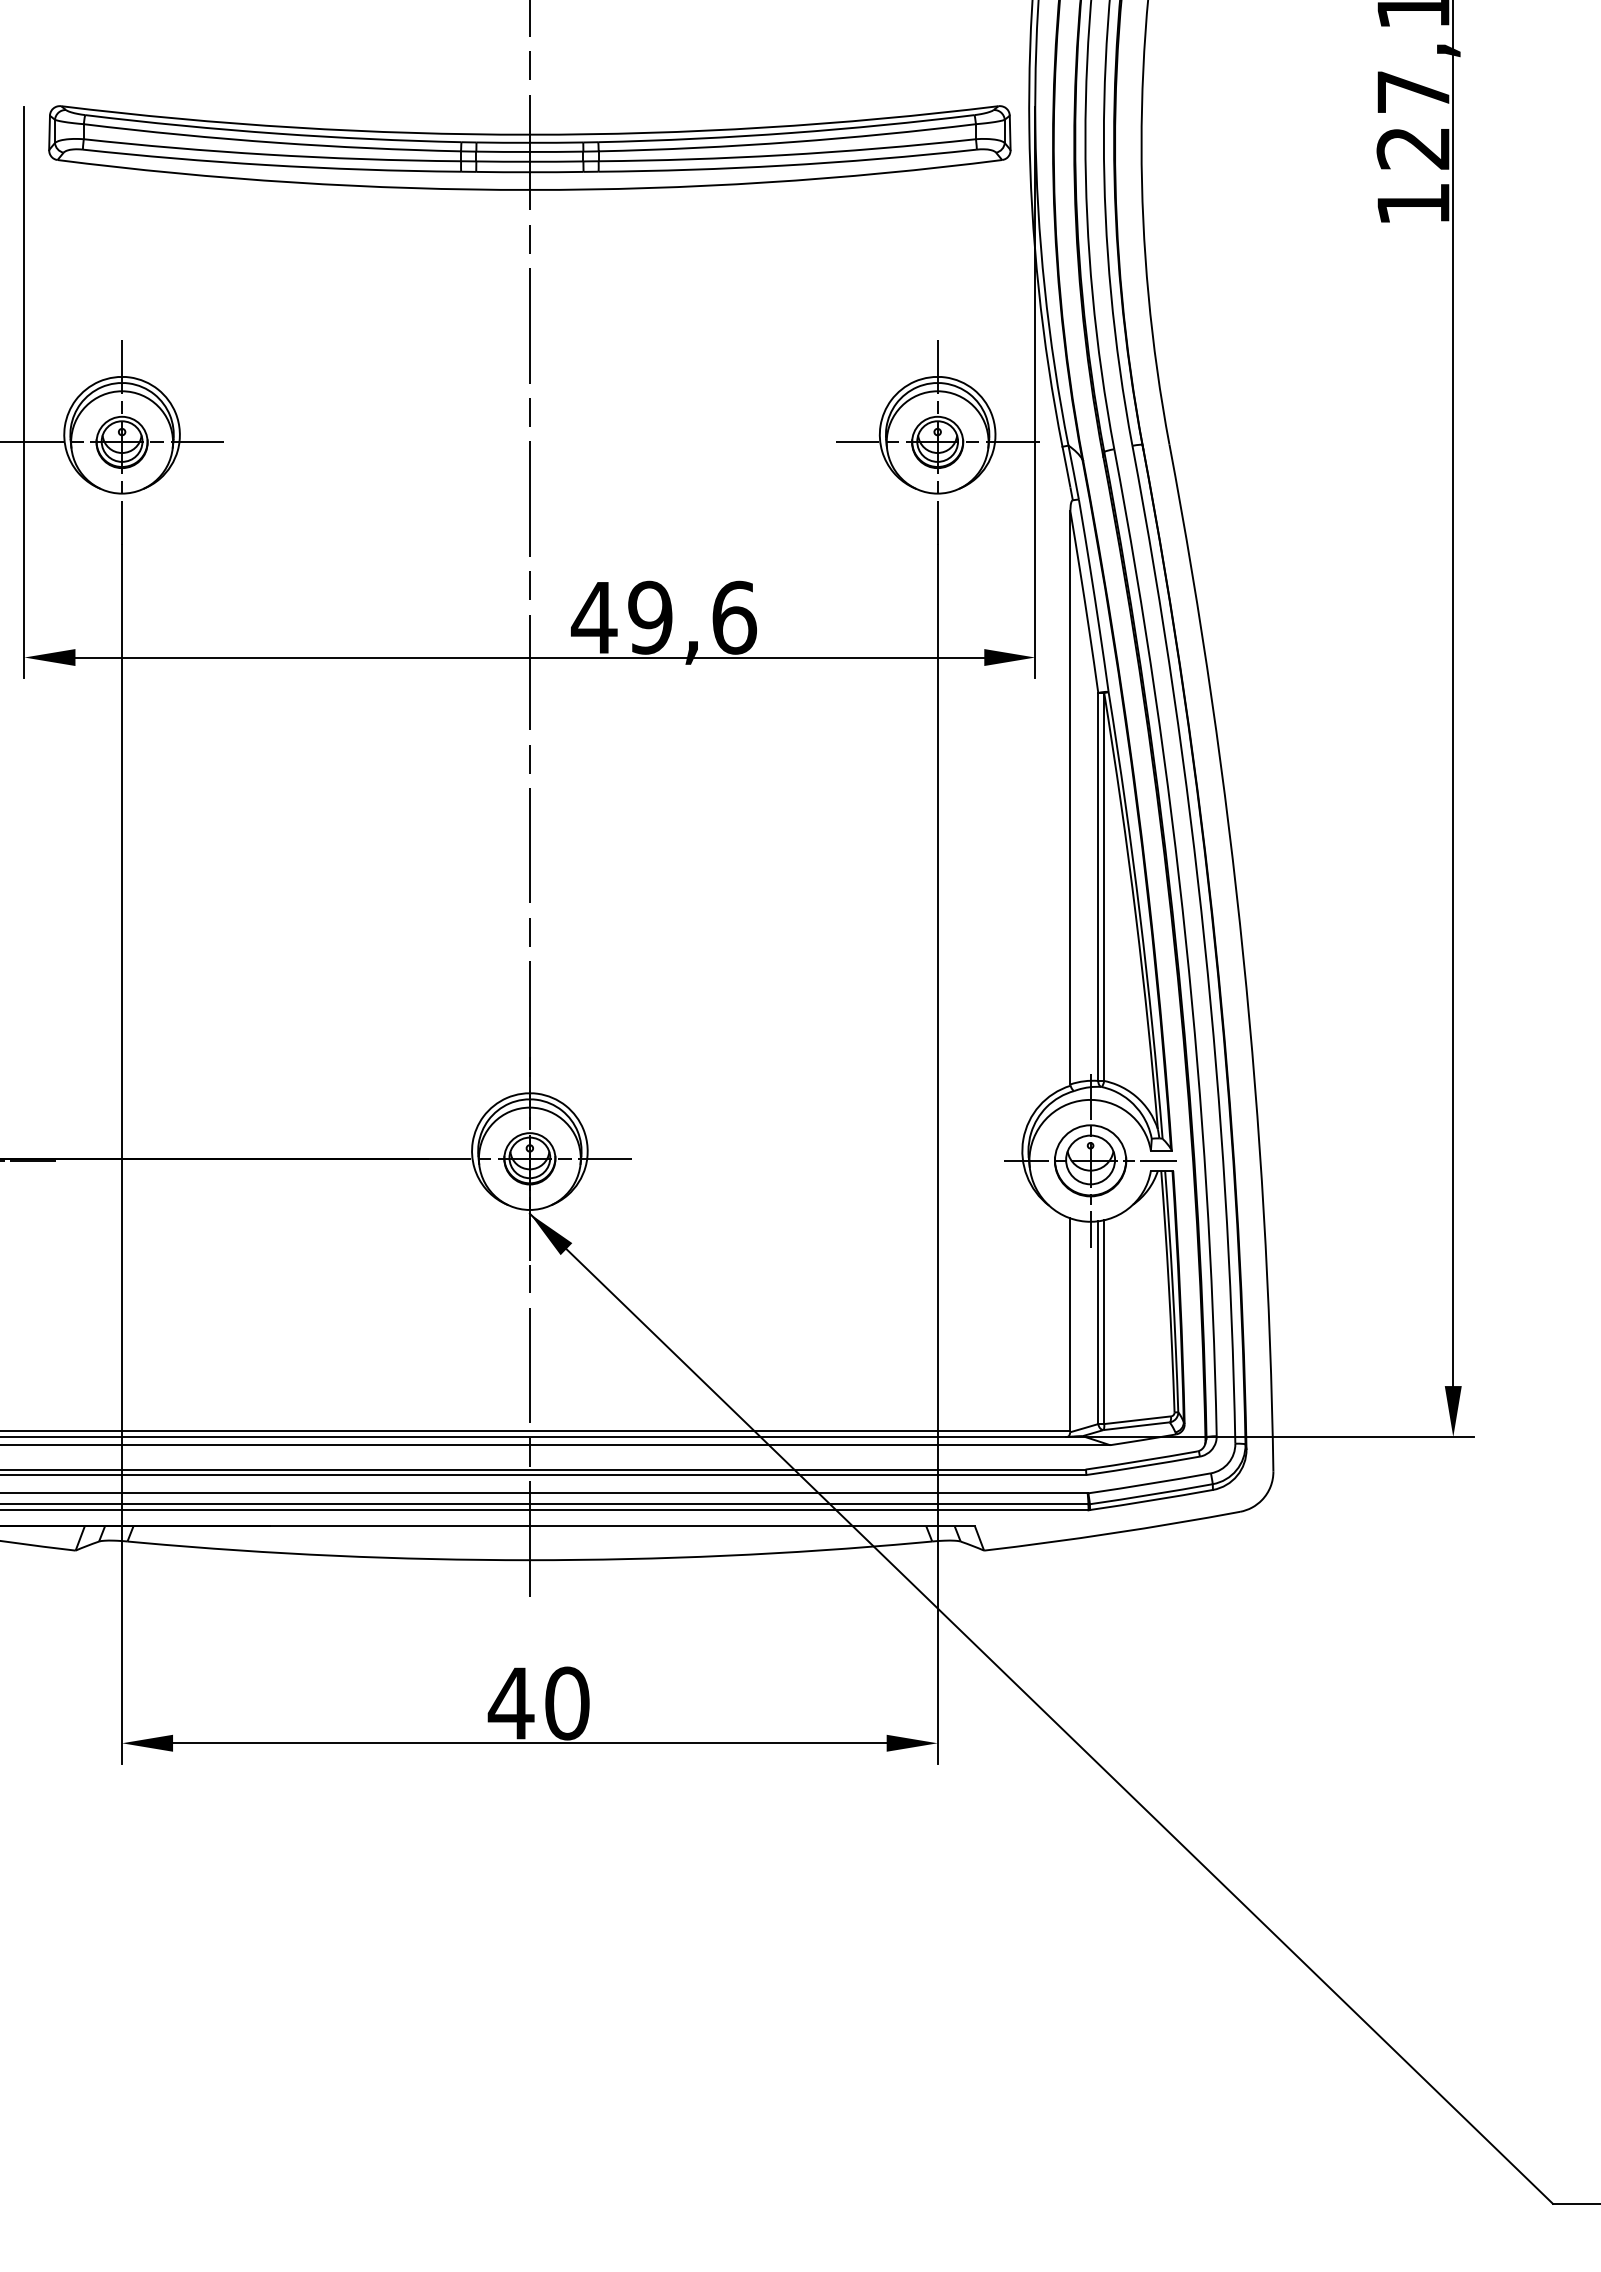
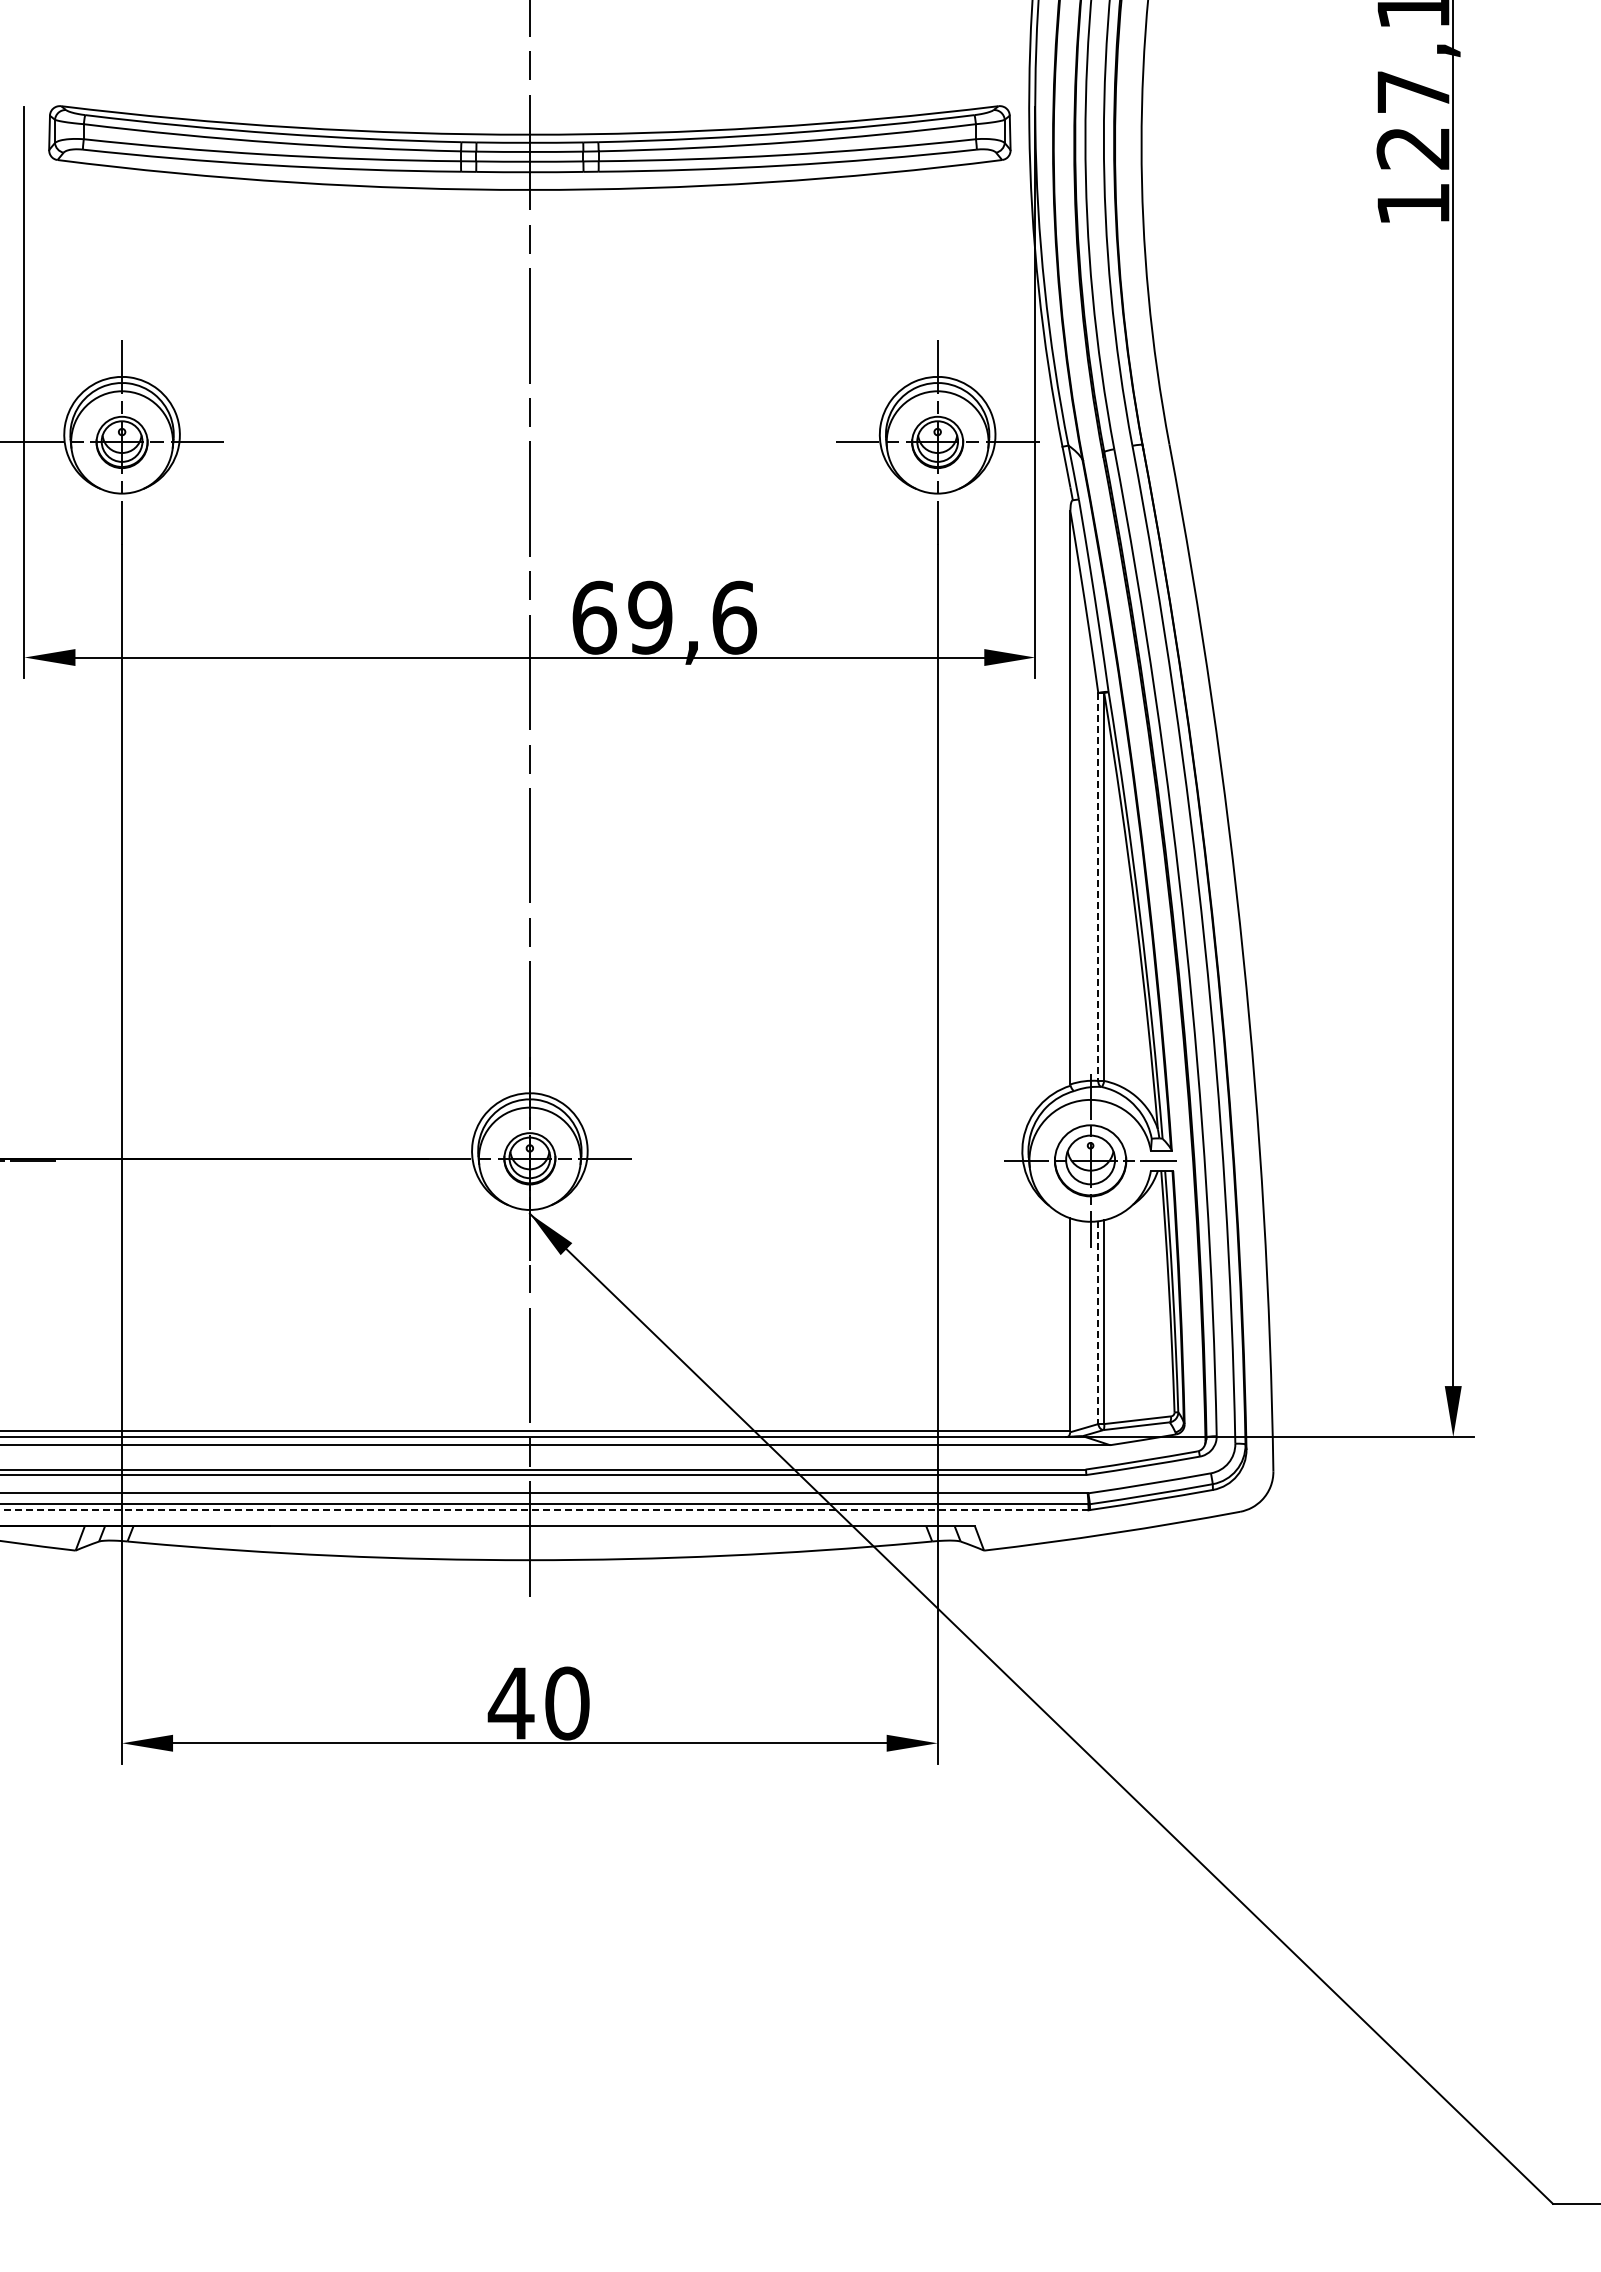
text at (593, 617): 49,6 -> 69,6
line at (1098, 887): solid -> dashed
line at (1098, 1323): solid -> dashed
line at (543, 1510): solid -> dashed
